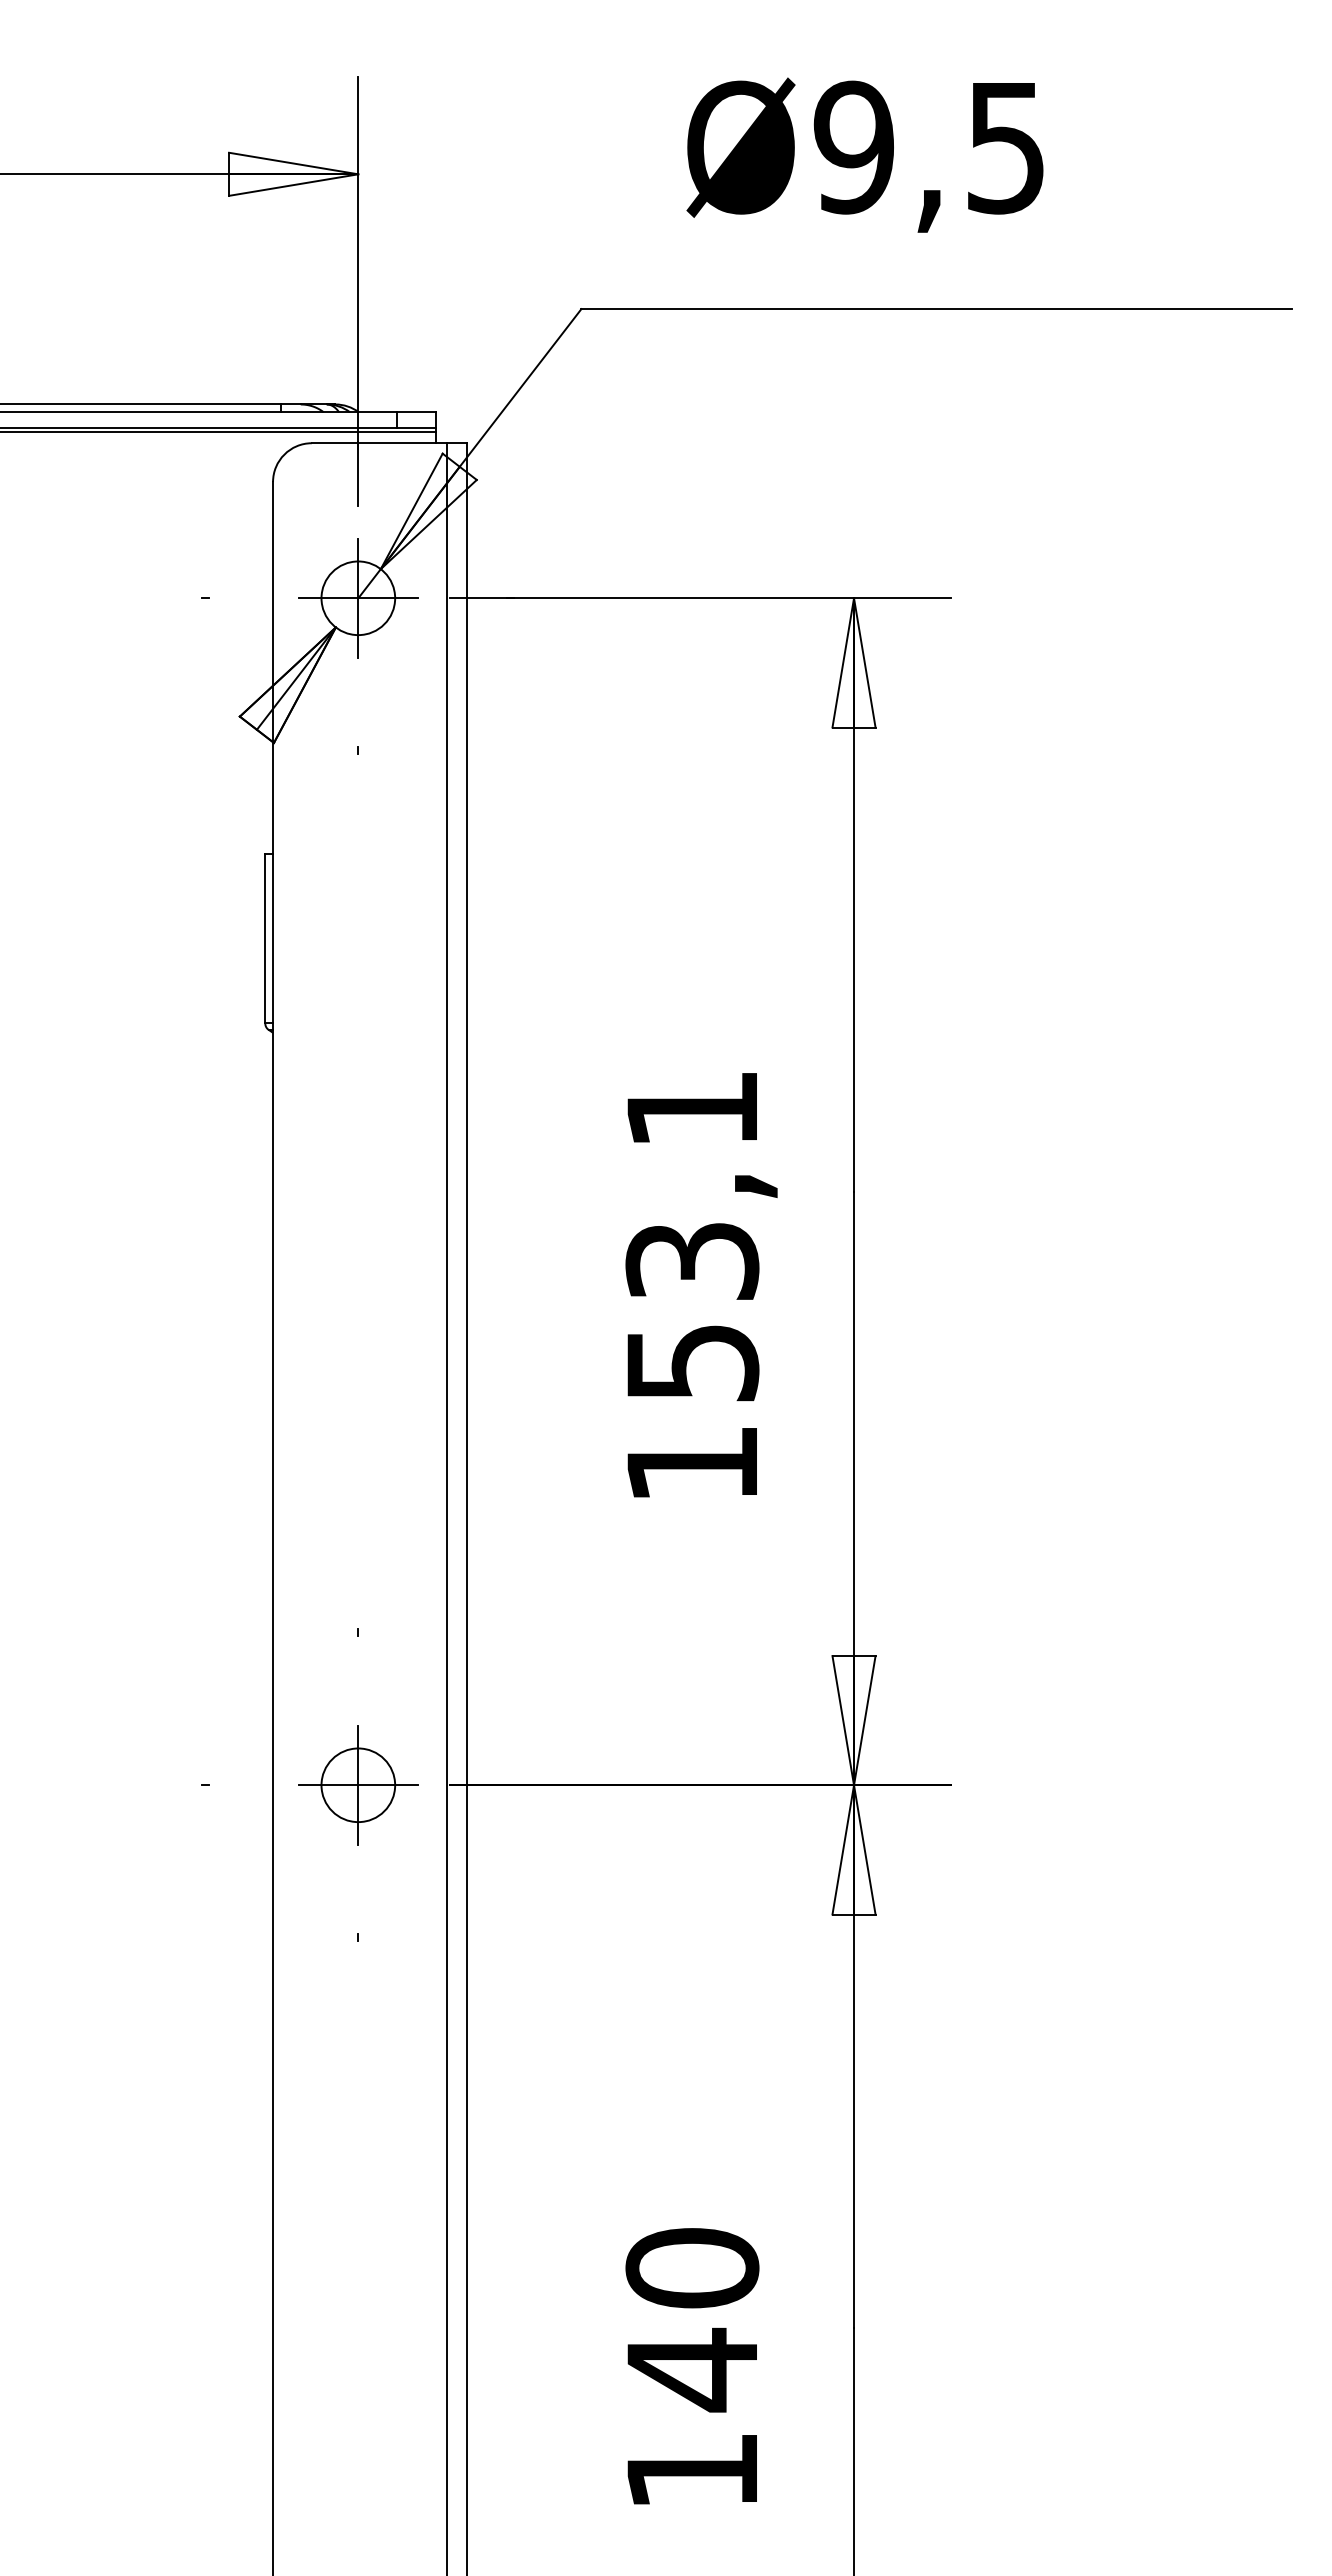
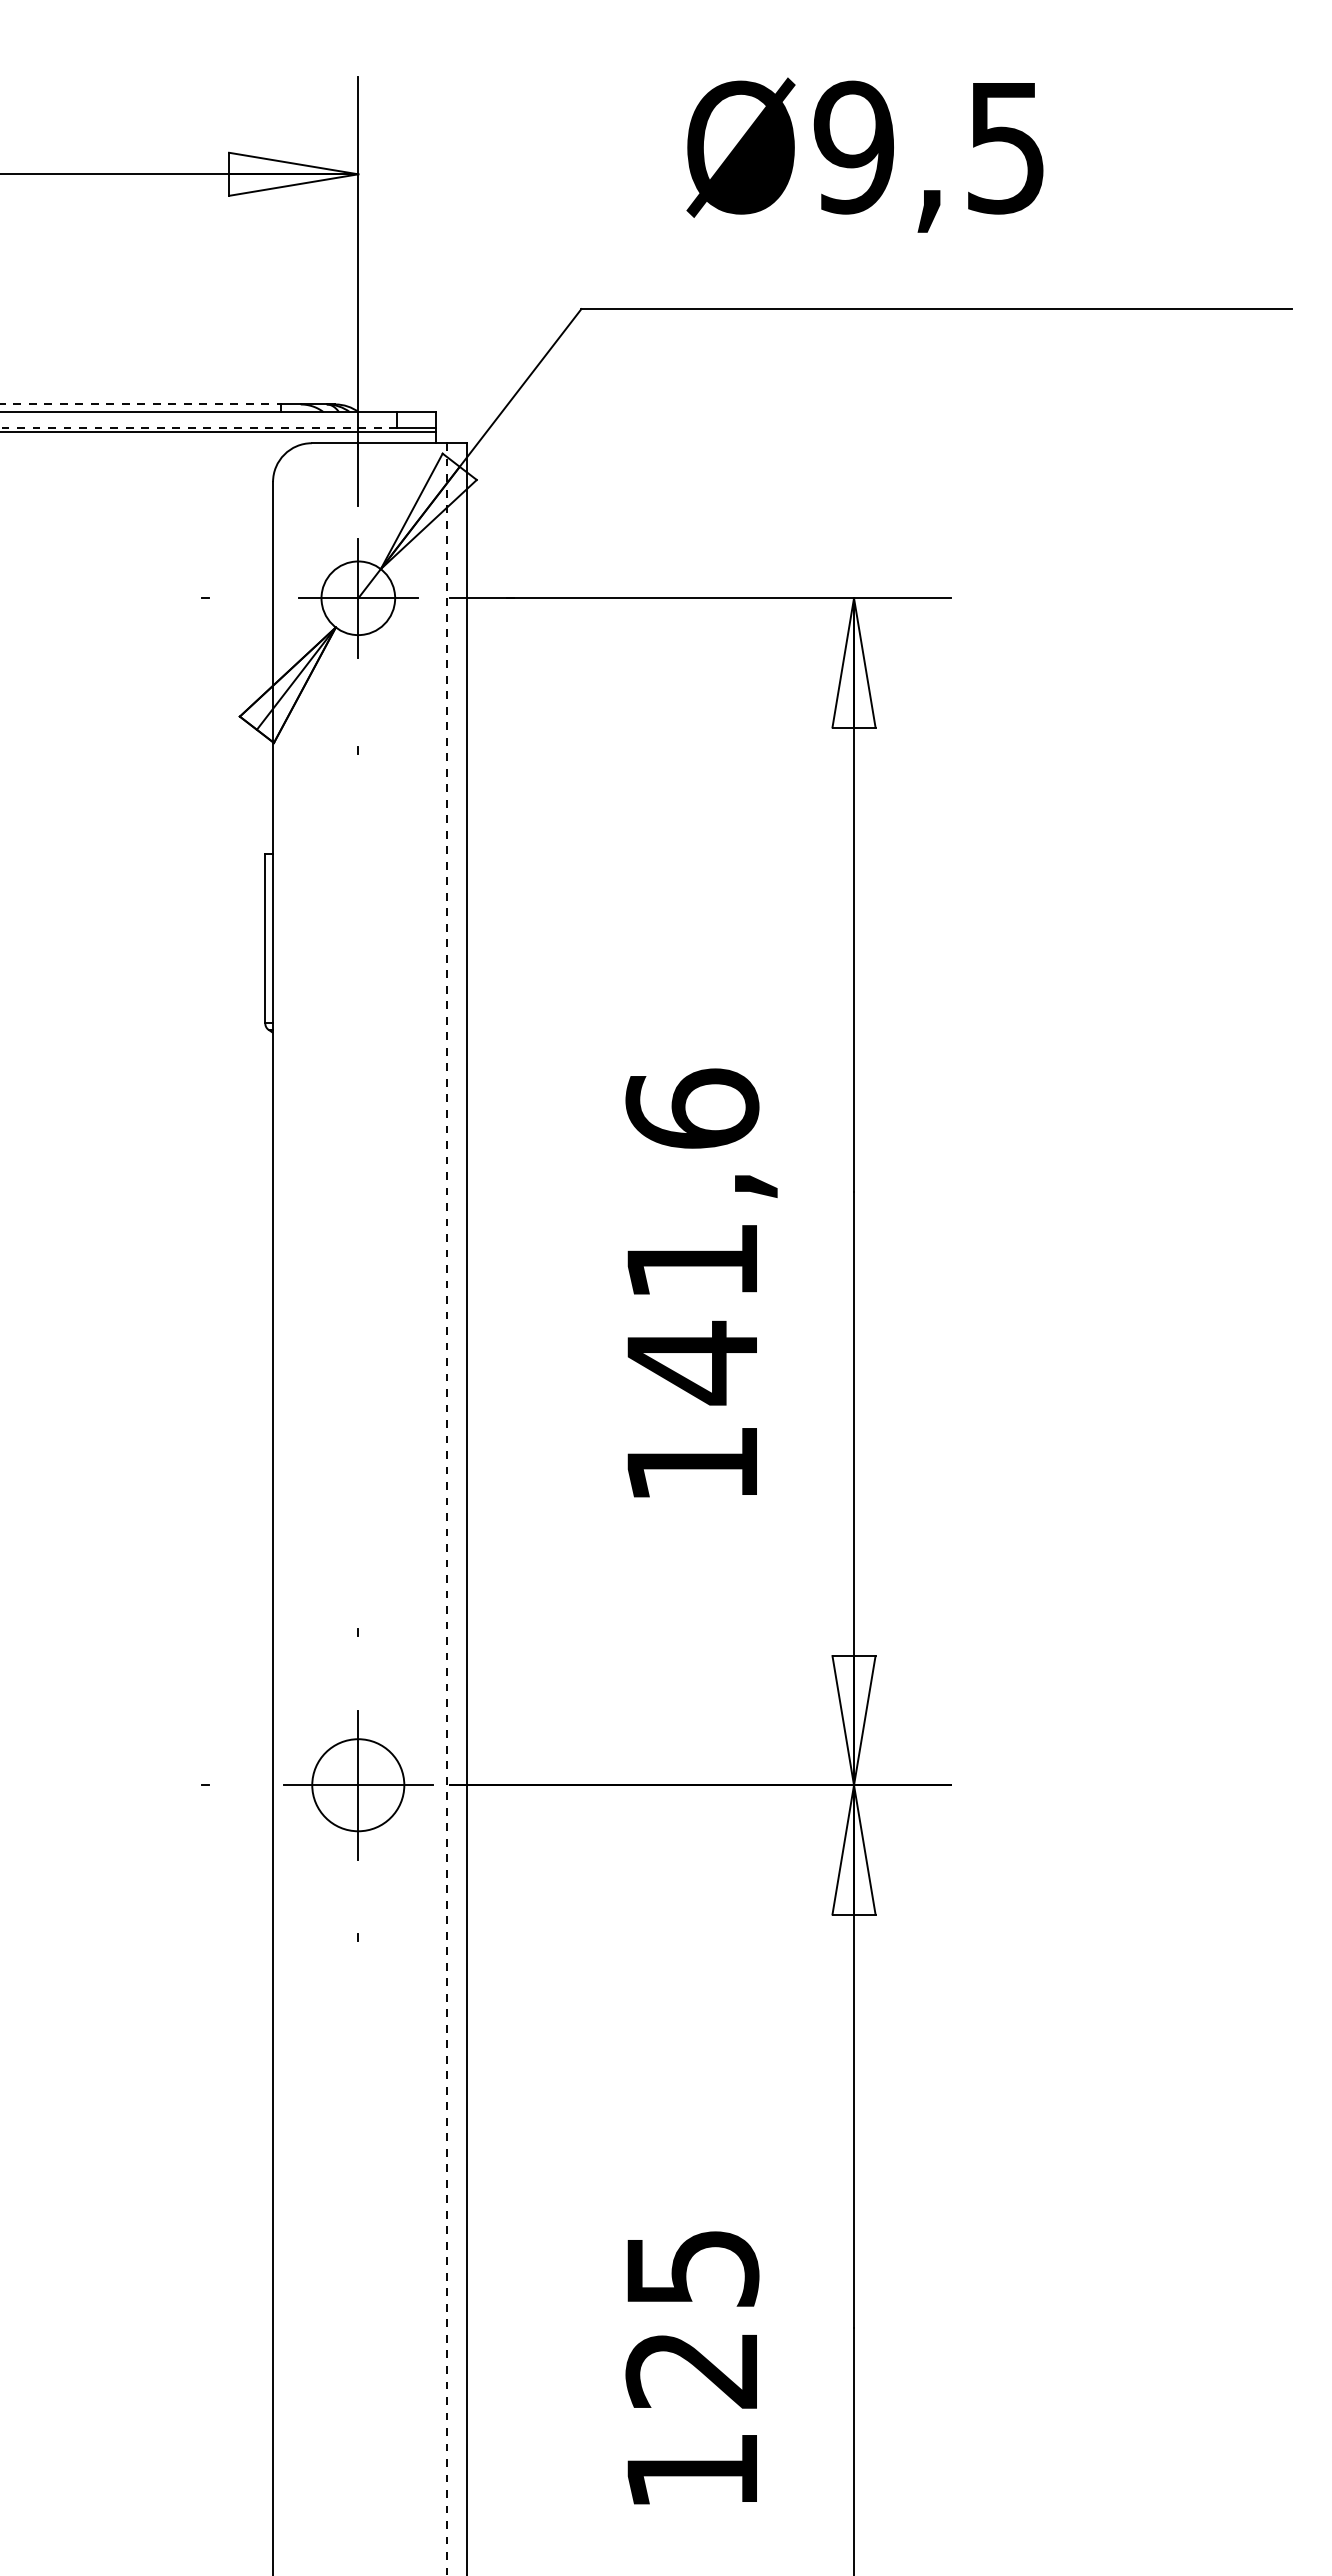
line at (141, 404): solid -> dashed
line at (199, 427): solid -> dashed
text at (692, 1236): 153,1 -> 141,6
line at (446, 1510): solid -> dashed
part at (358, 1785) size: 121x121 px -> 151x151 px
text at (692, 2320): 140 -> 125
